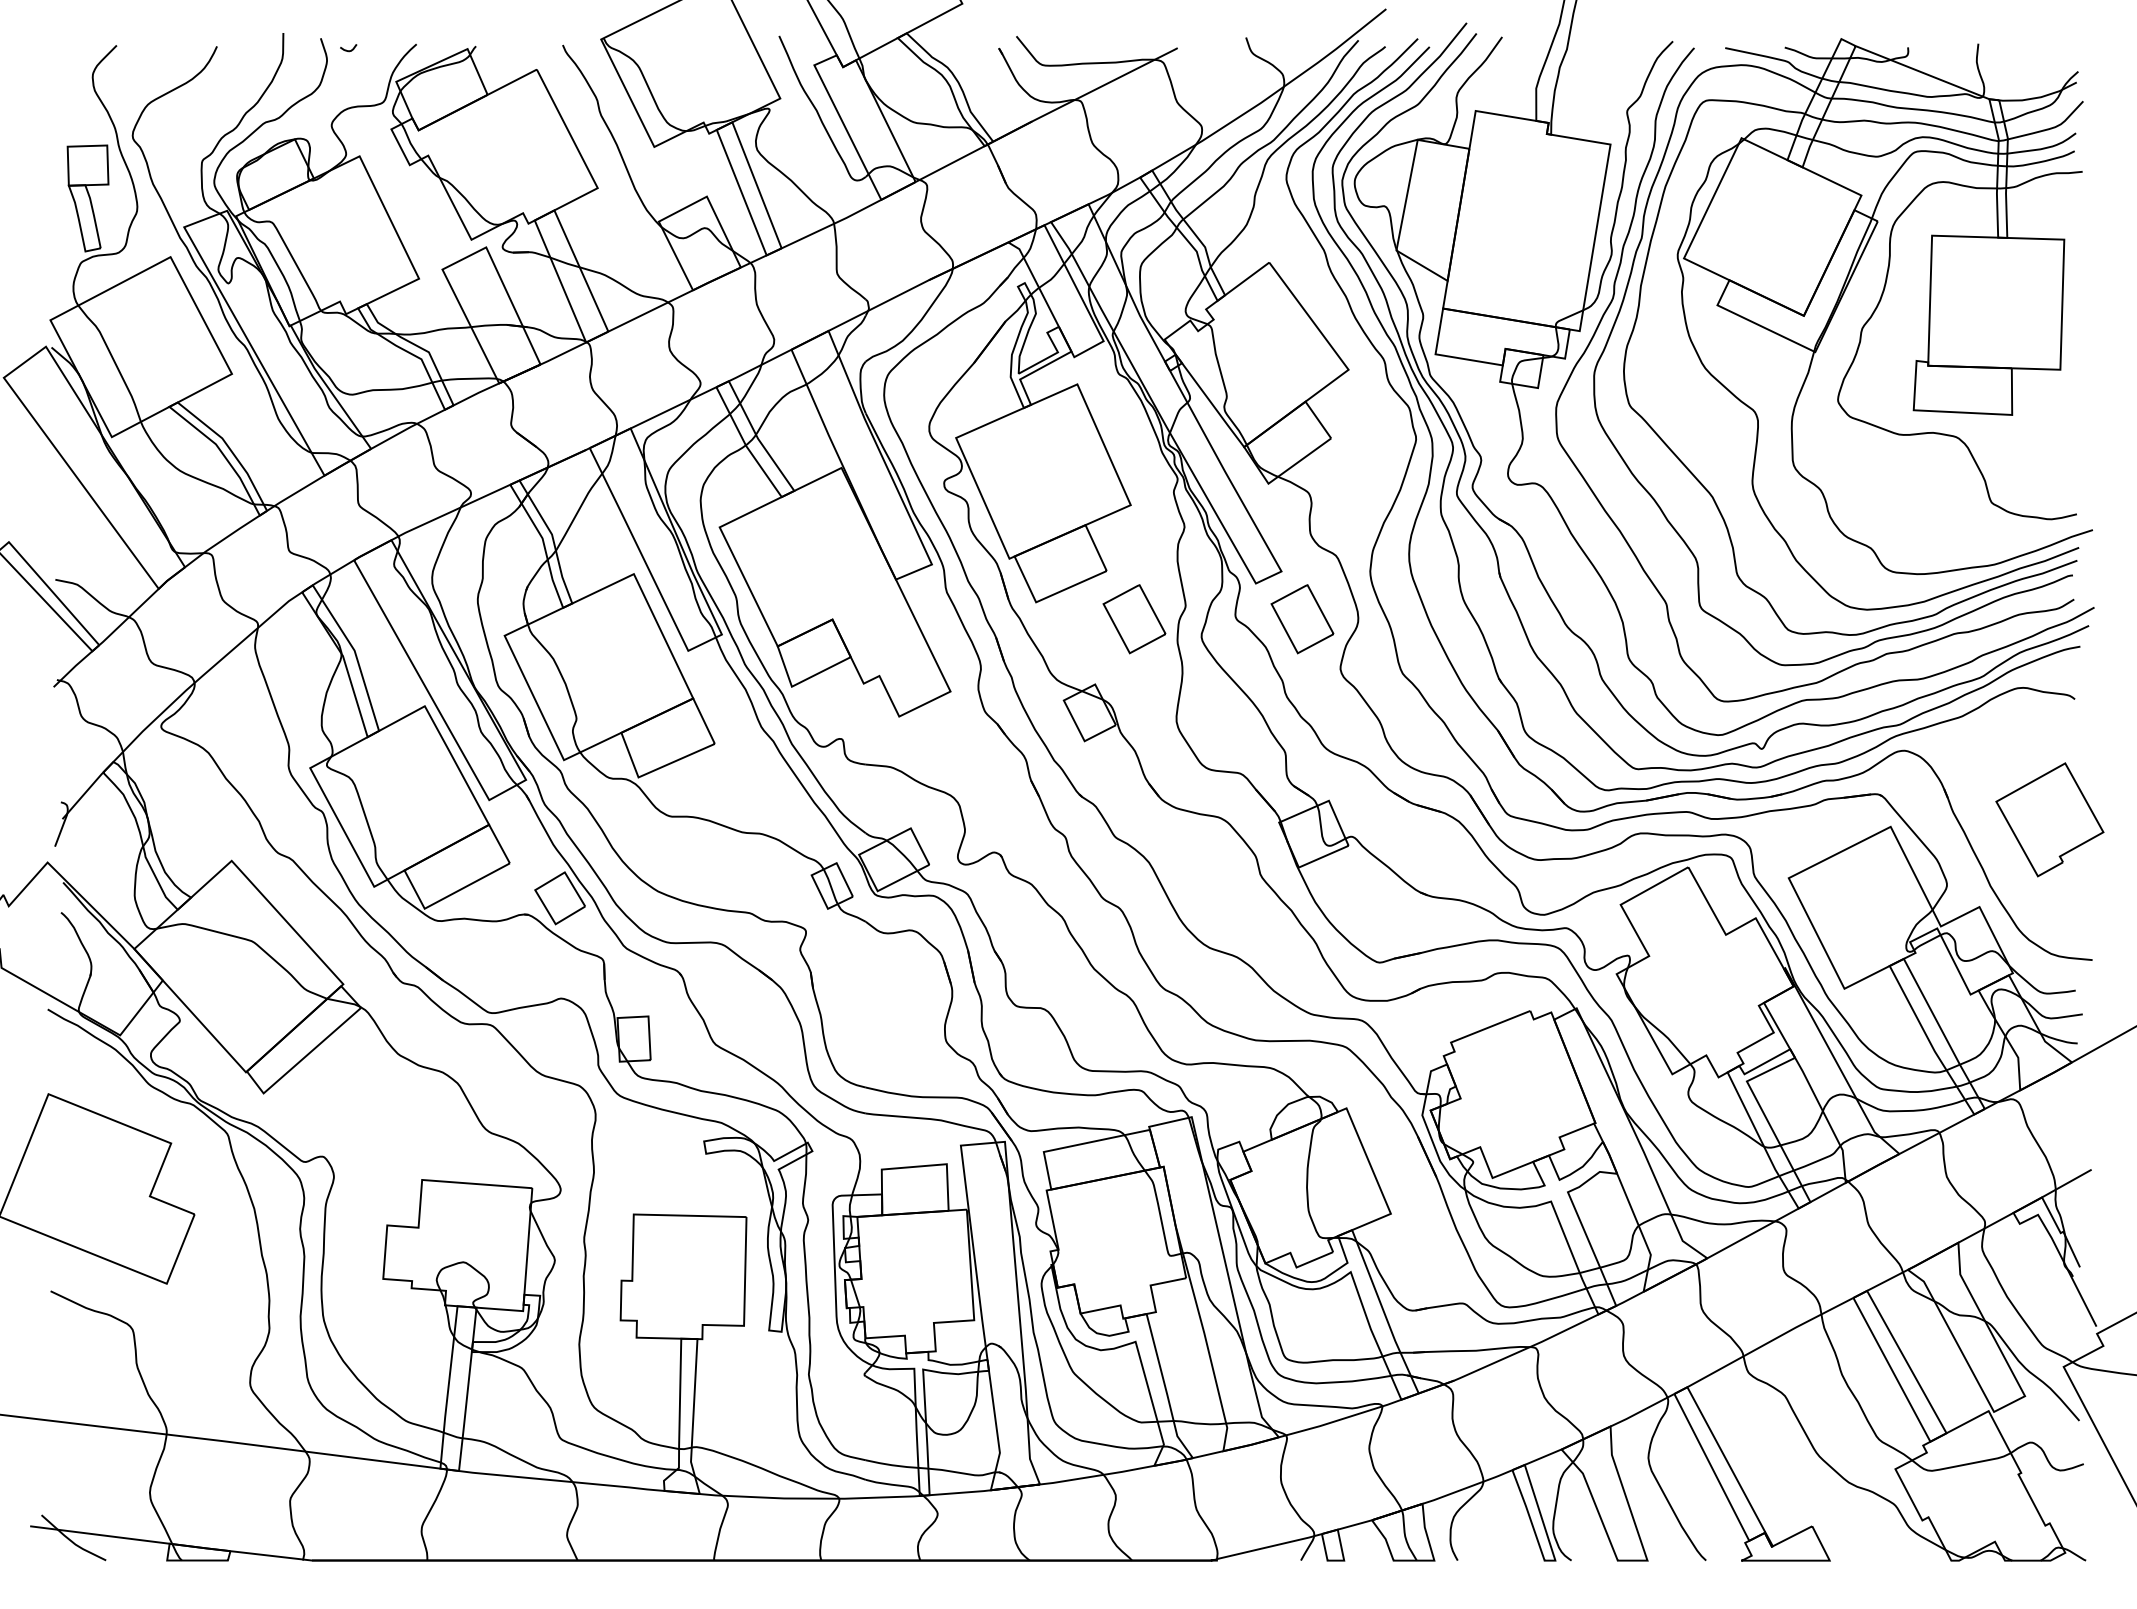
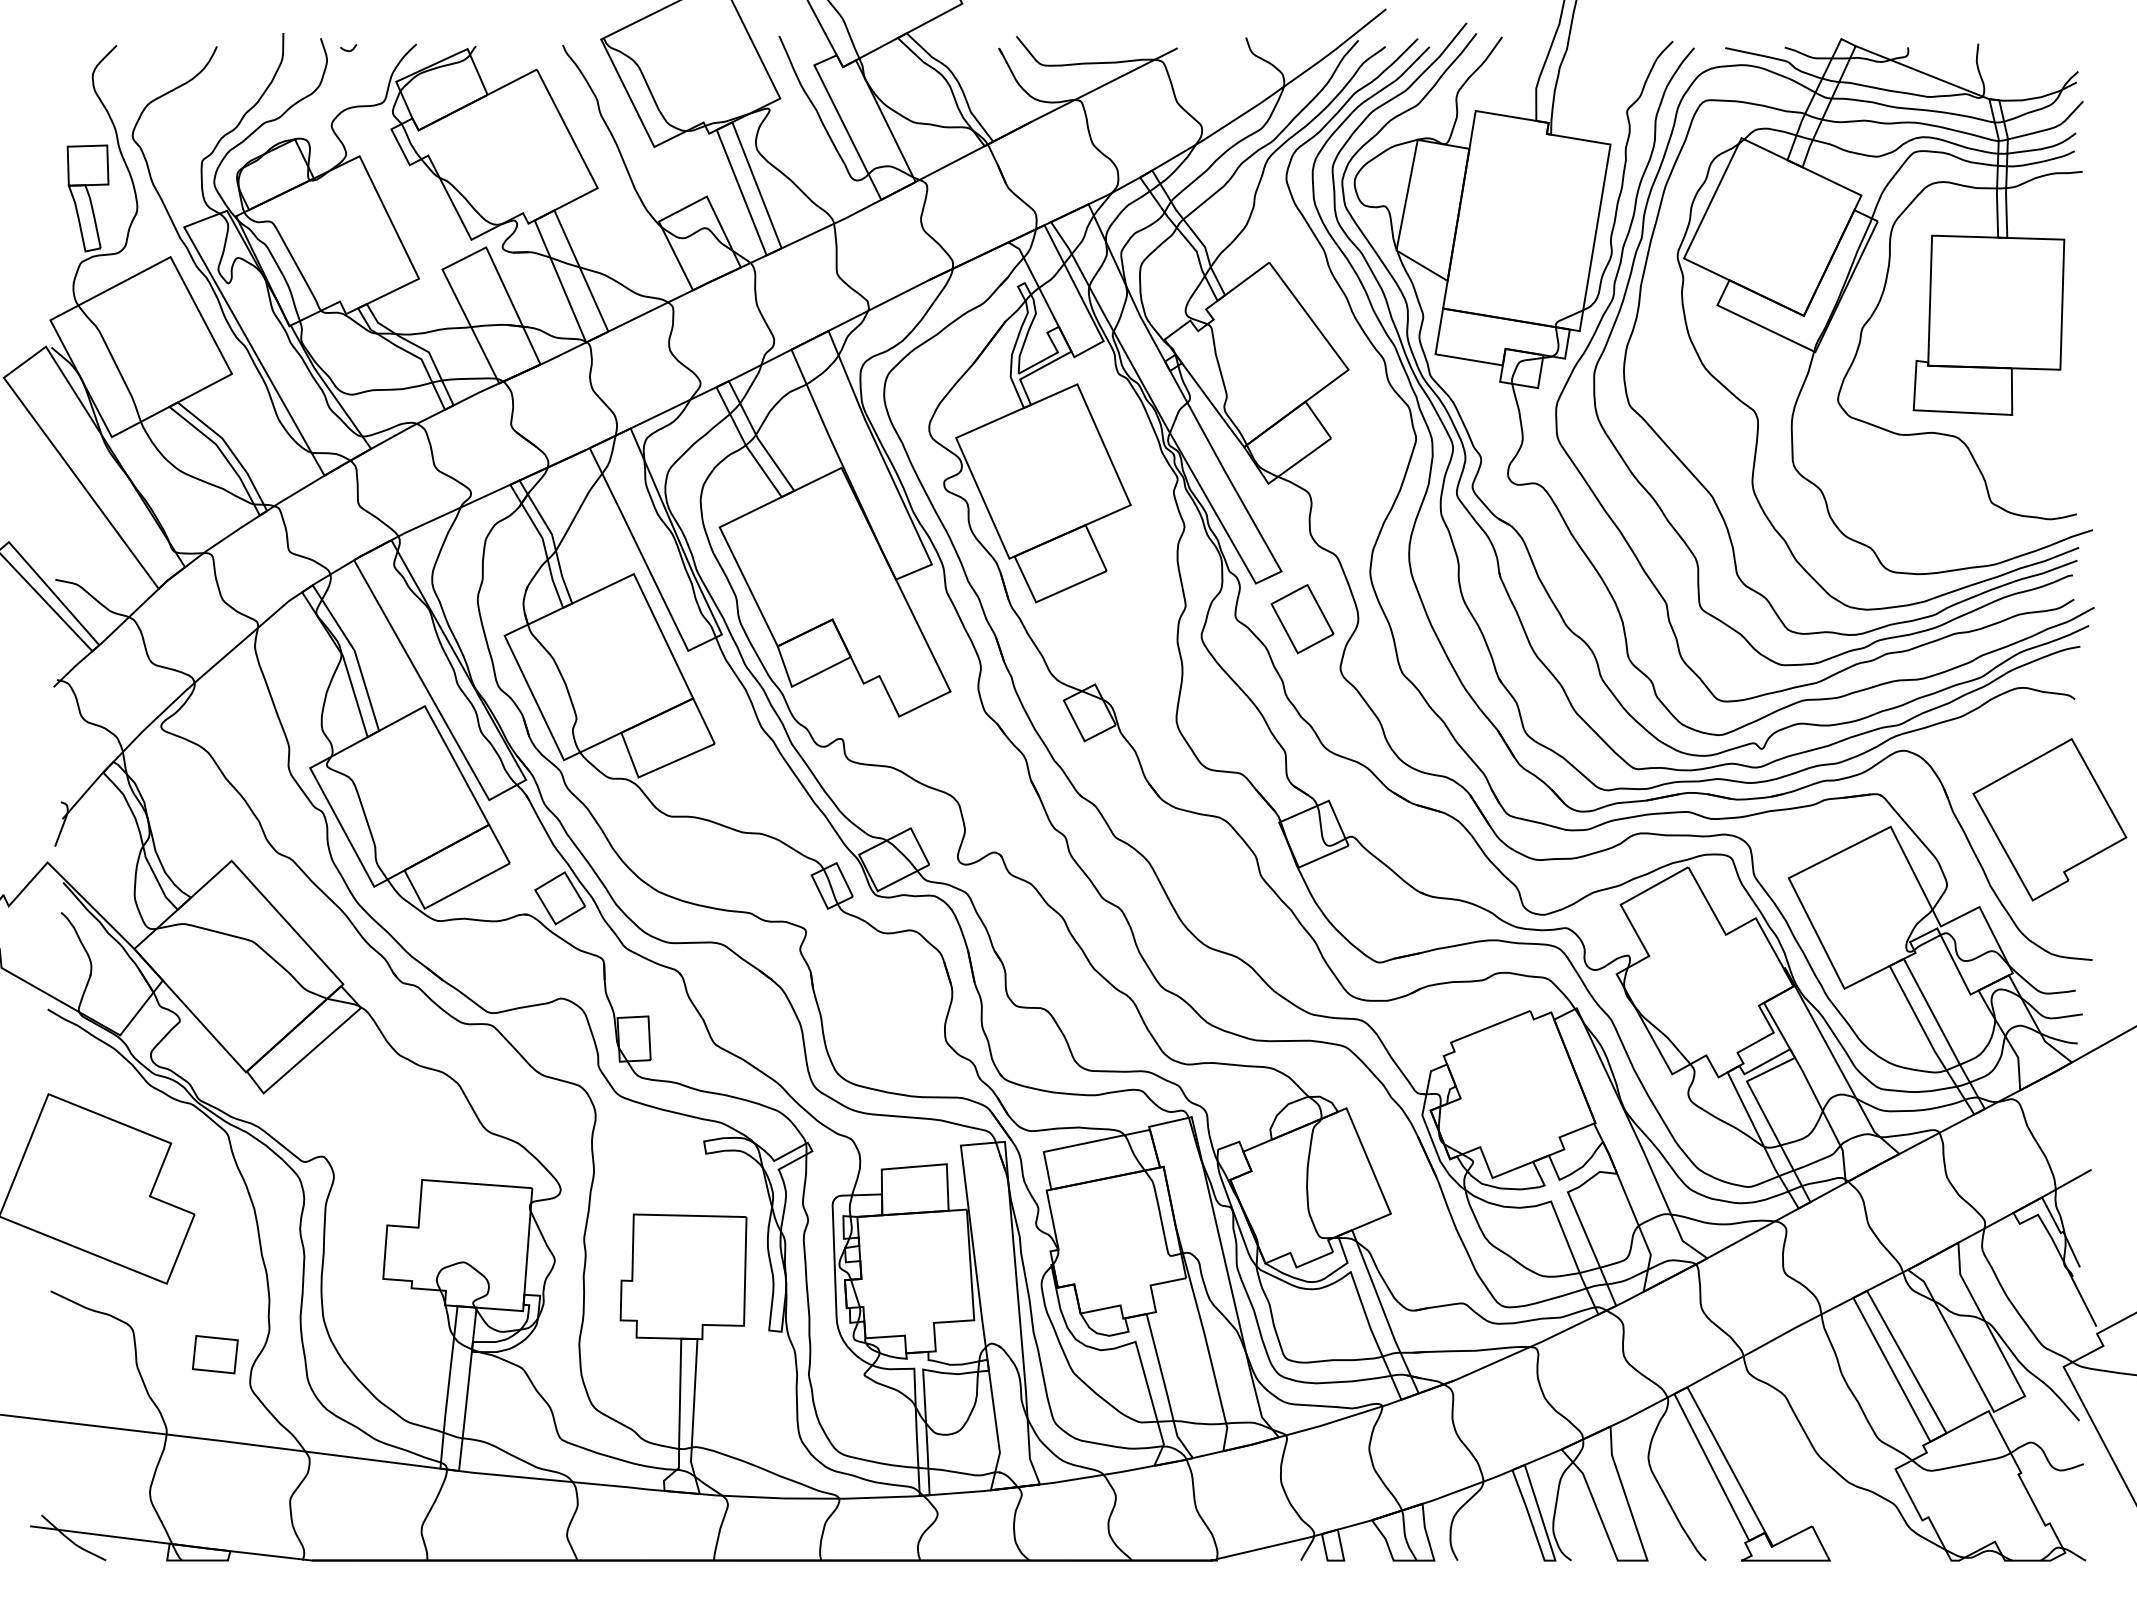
part at (1134, 619): present -> none
part at (2049, 819) size: 110x116 px -> 156x164 px
part at (215, 1354): none -> present
